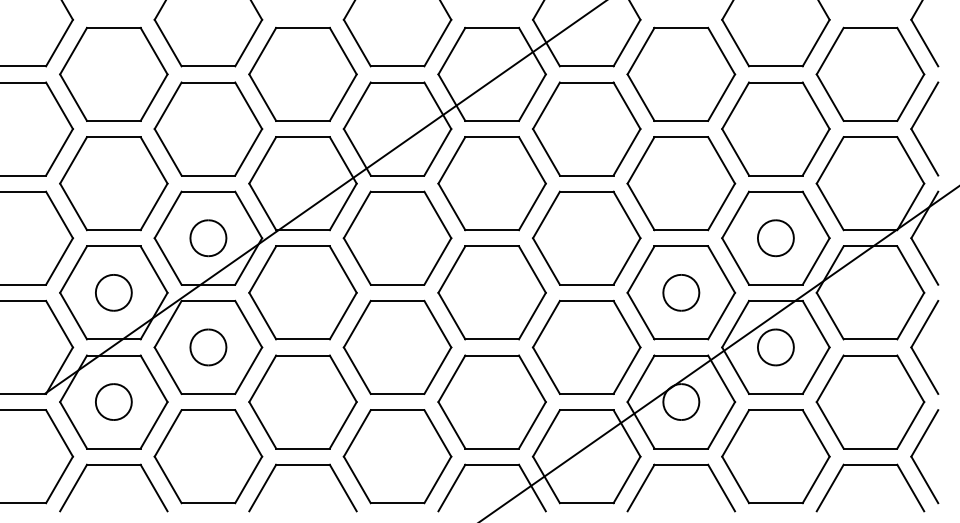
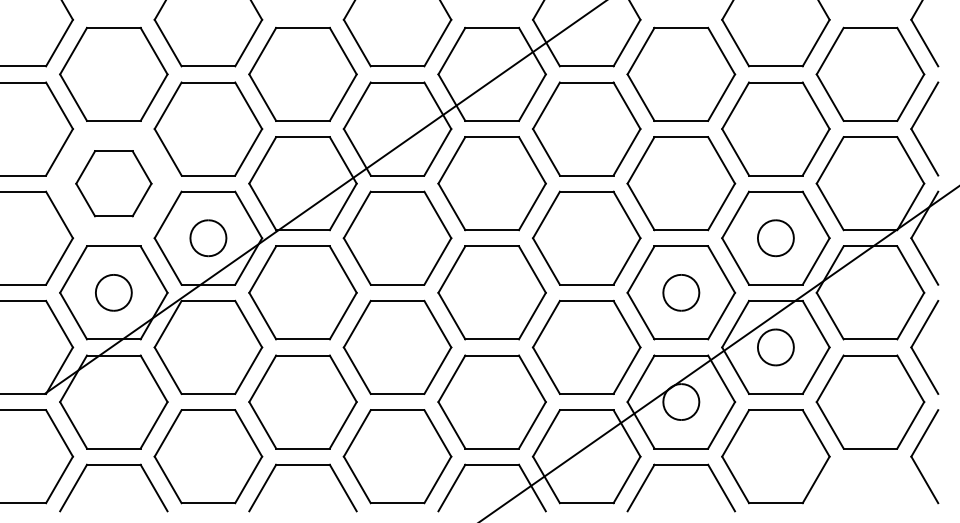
part at (113, 183) size: 110x96 px -> 78x68 px
part at (208, 347): present -> none
part at (113, 401): present -> none
part at (870, 465): present -> none
